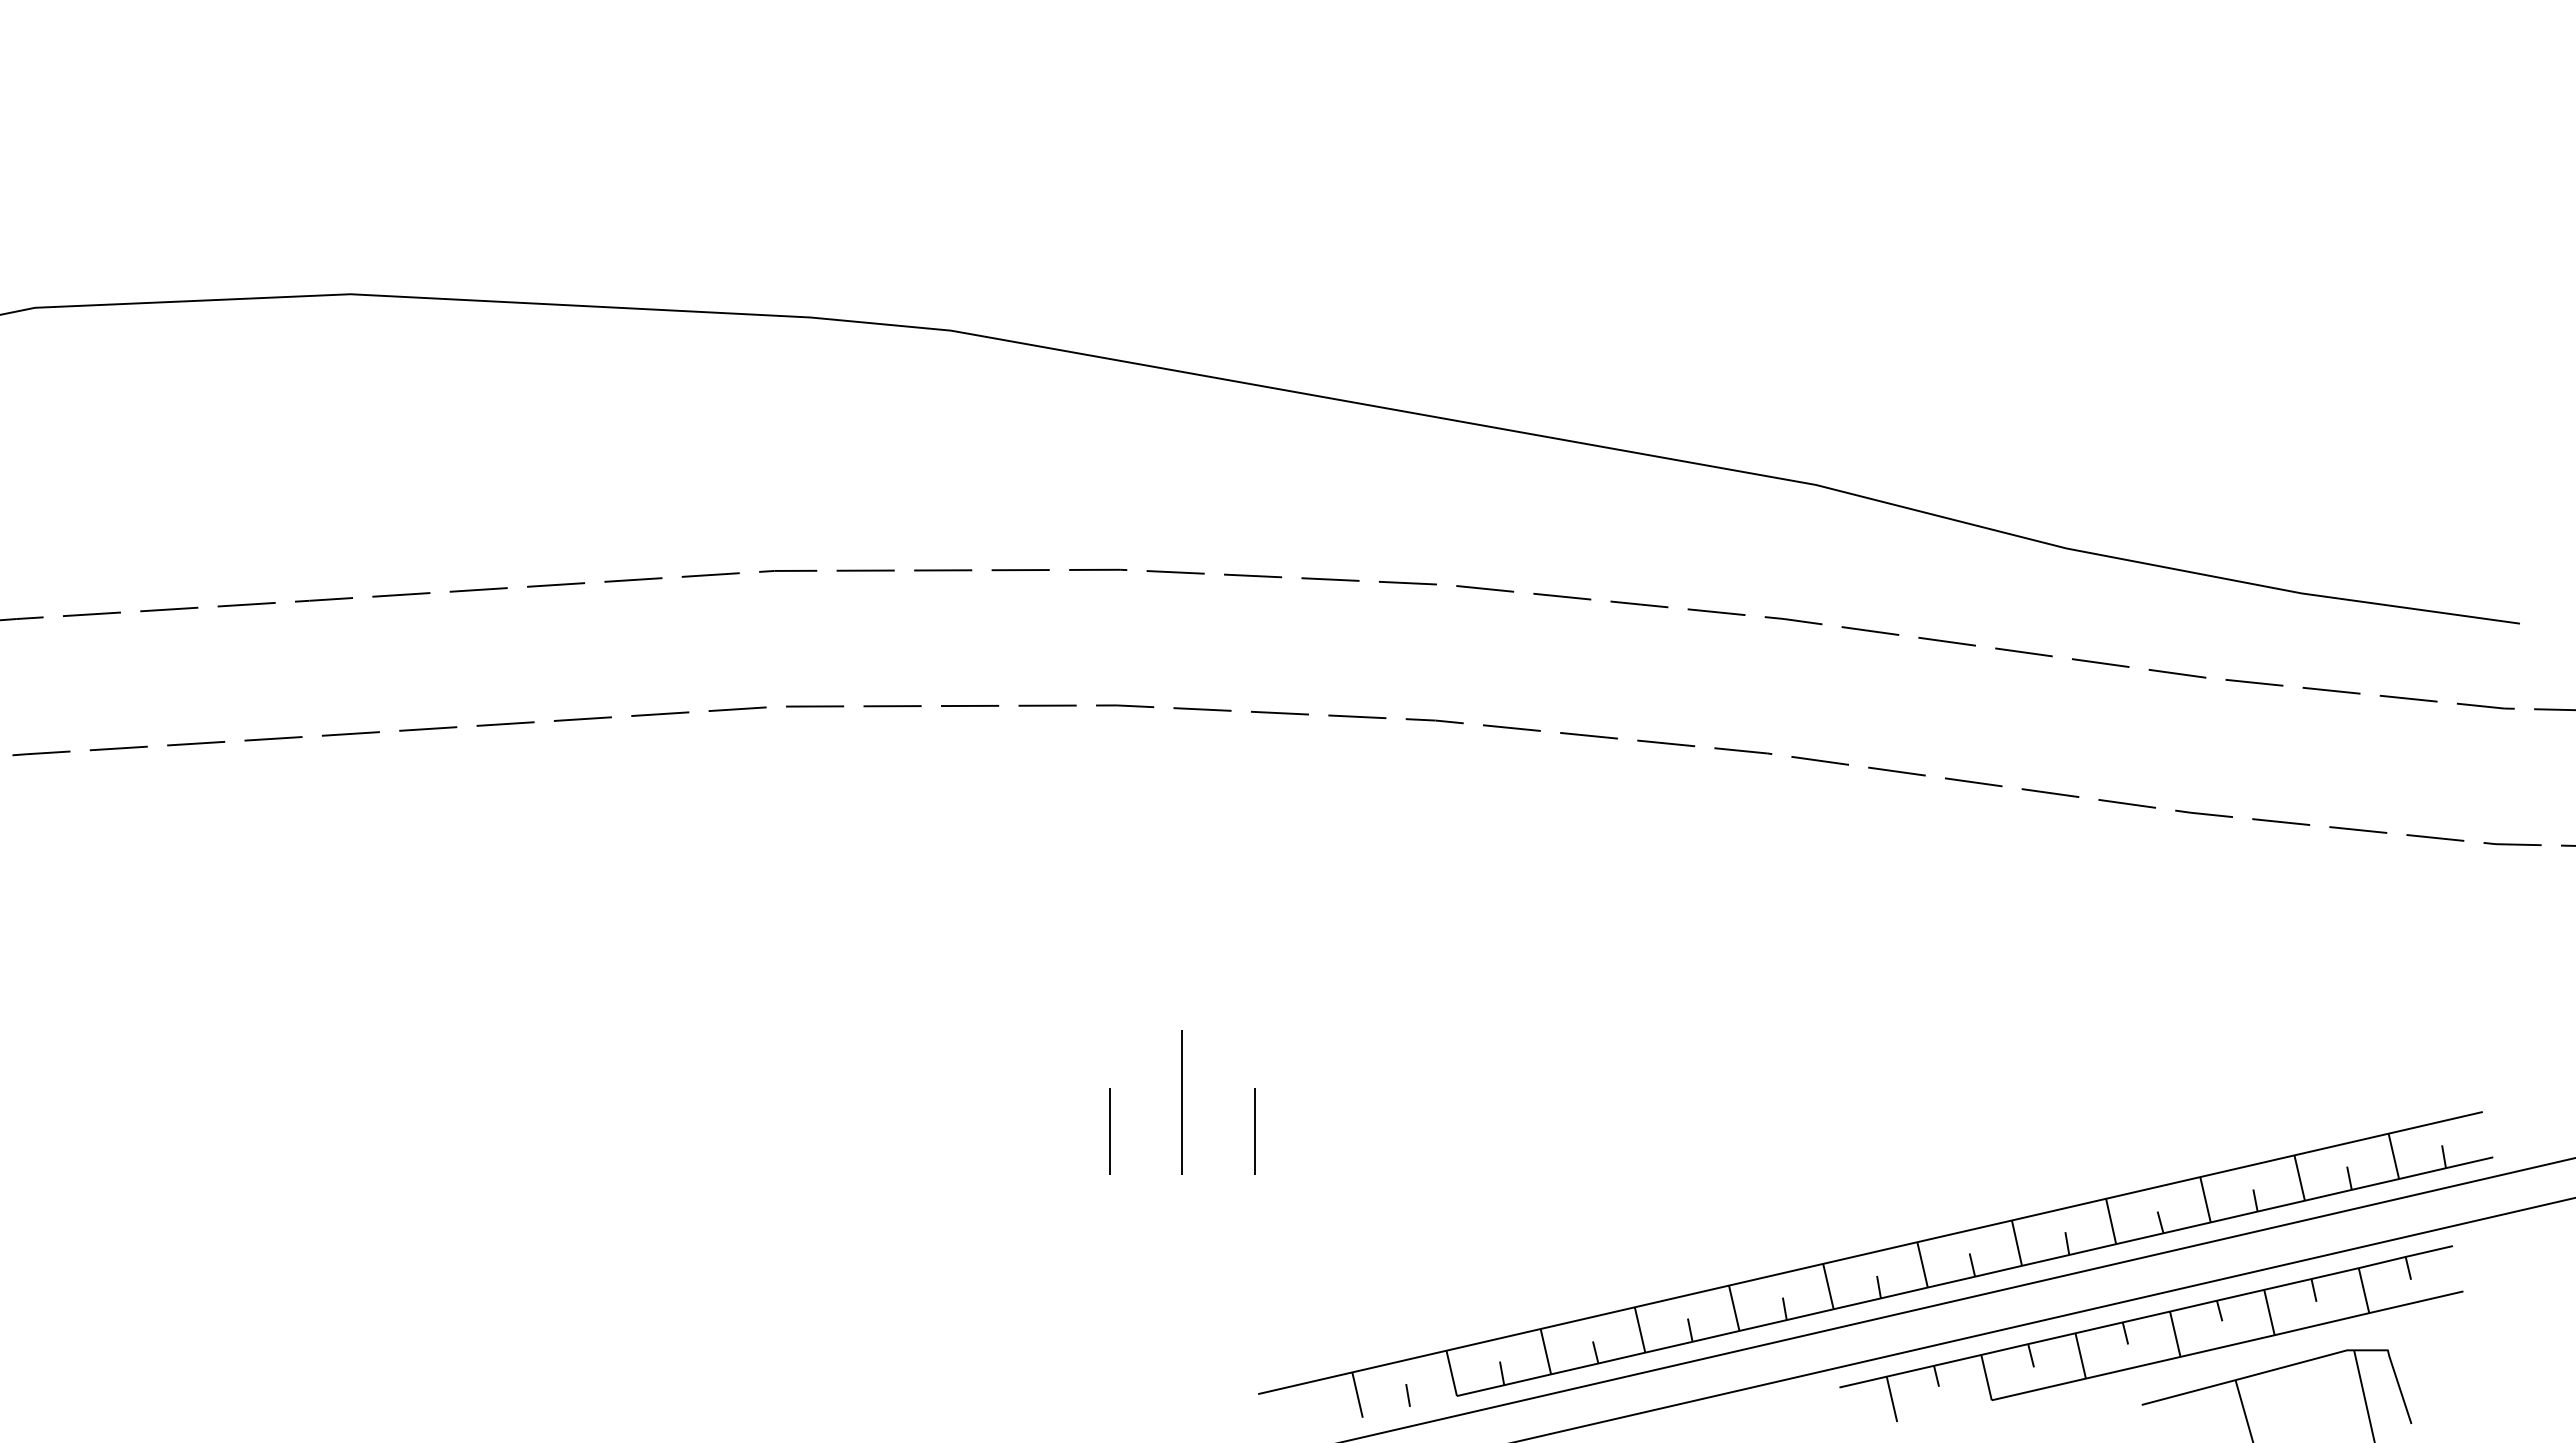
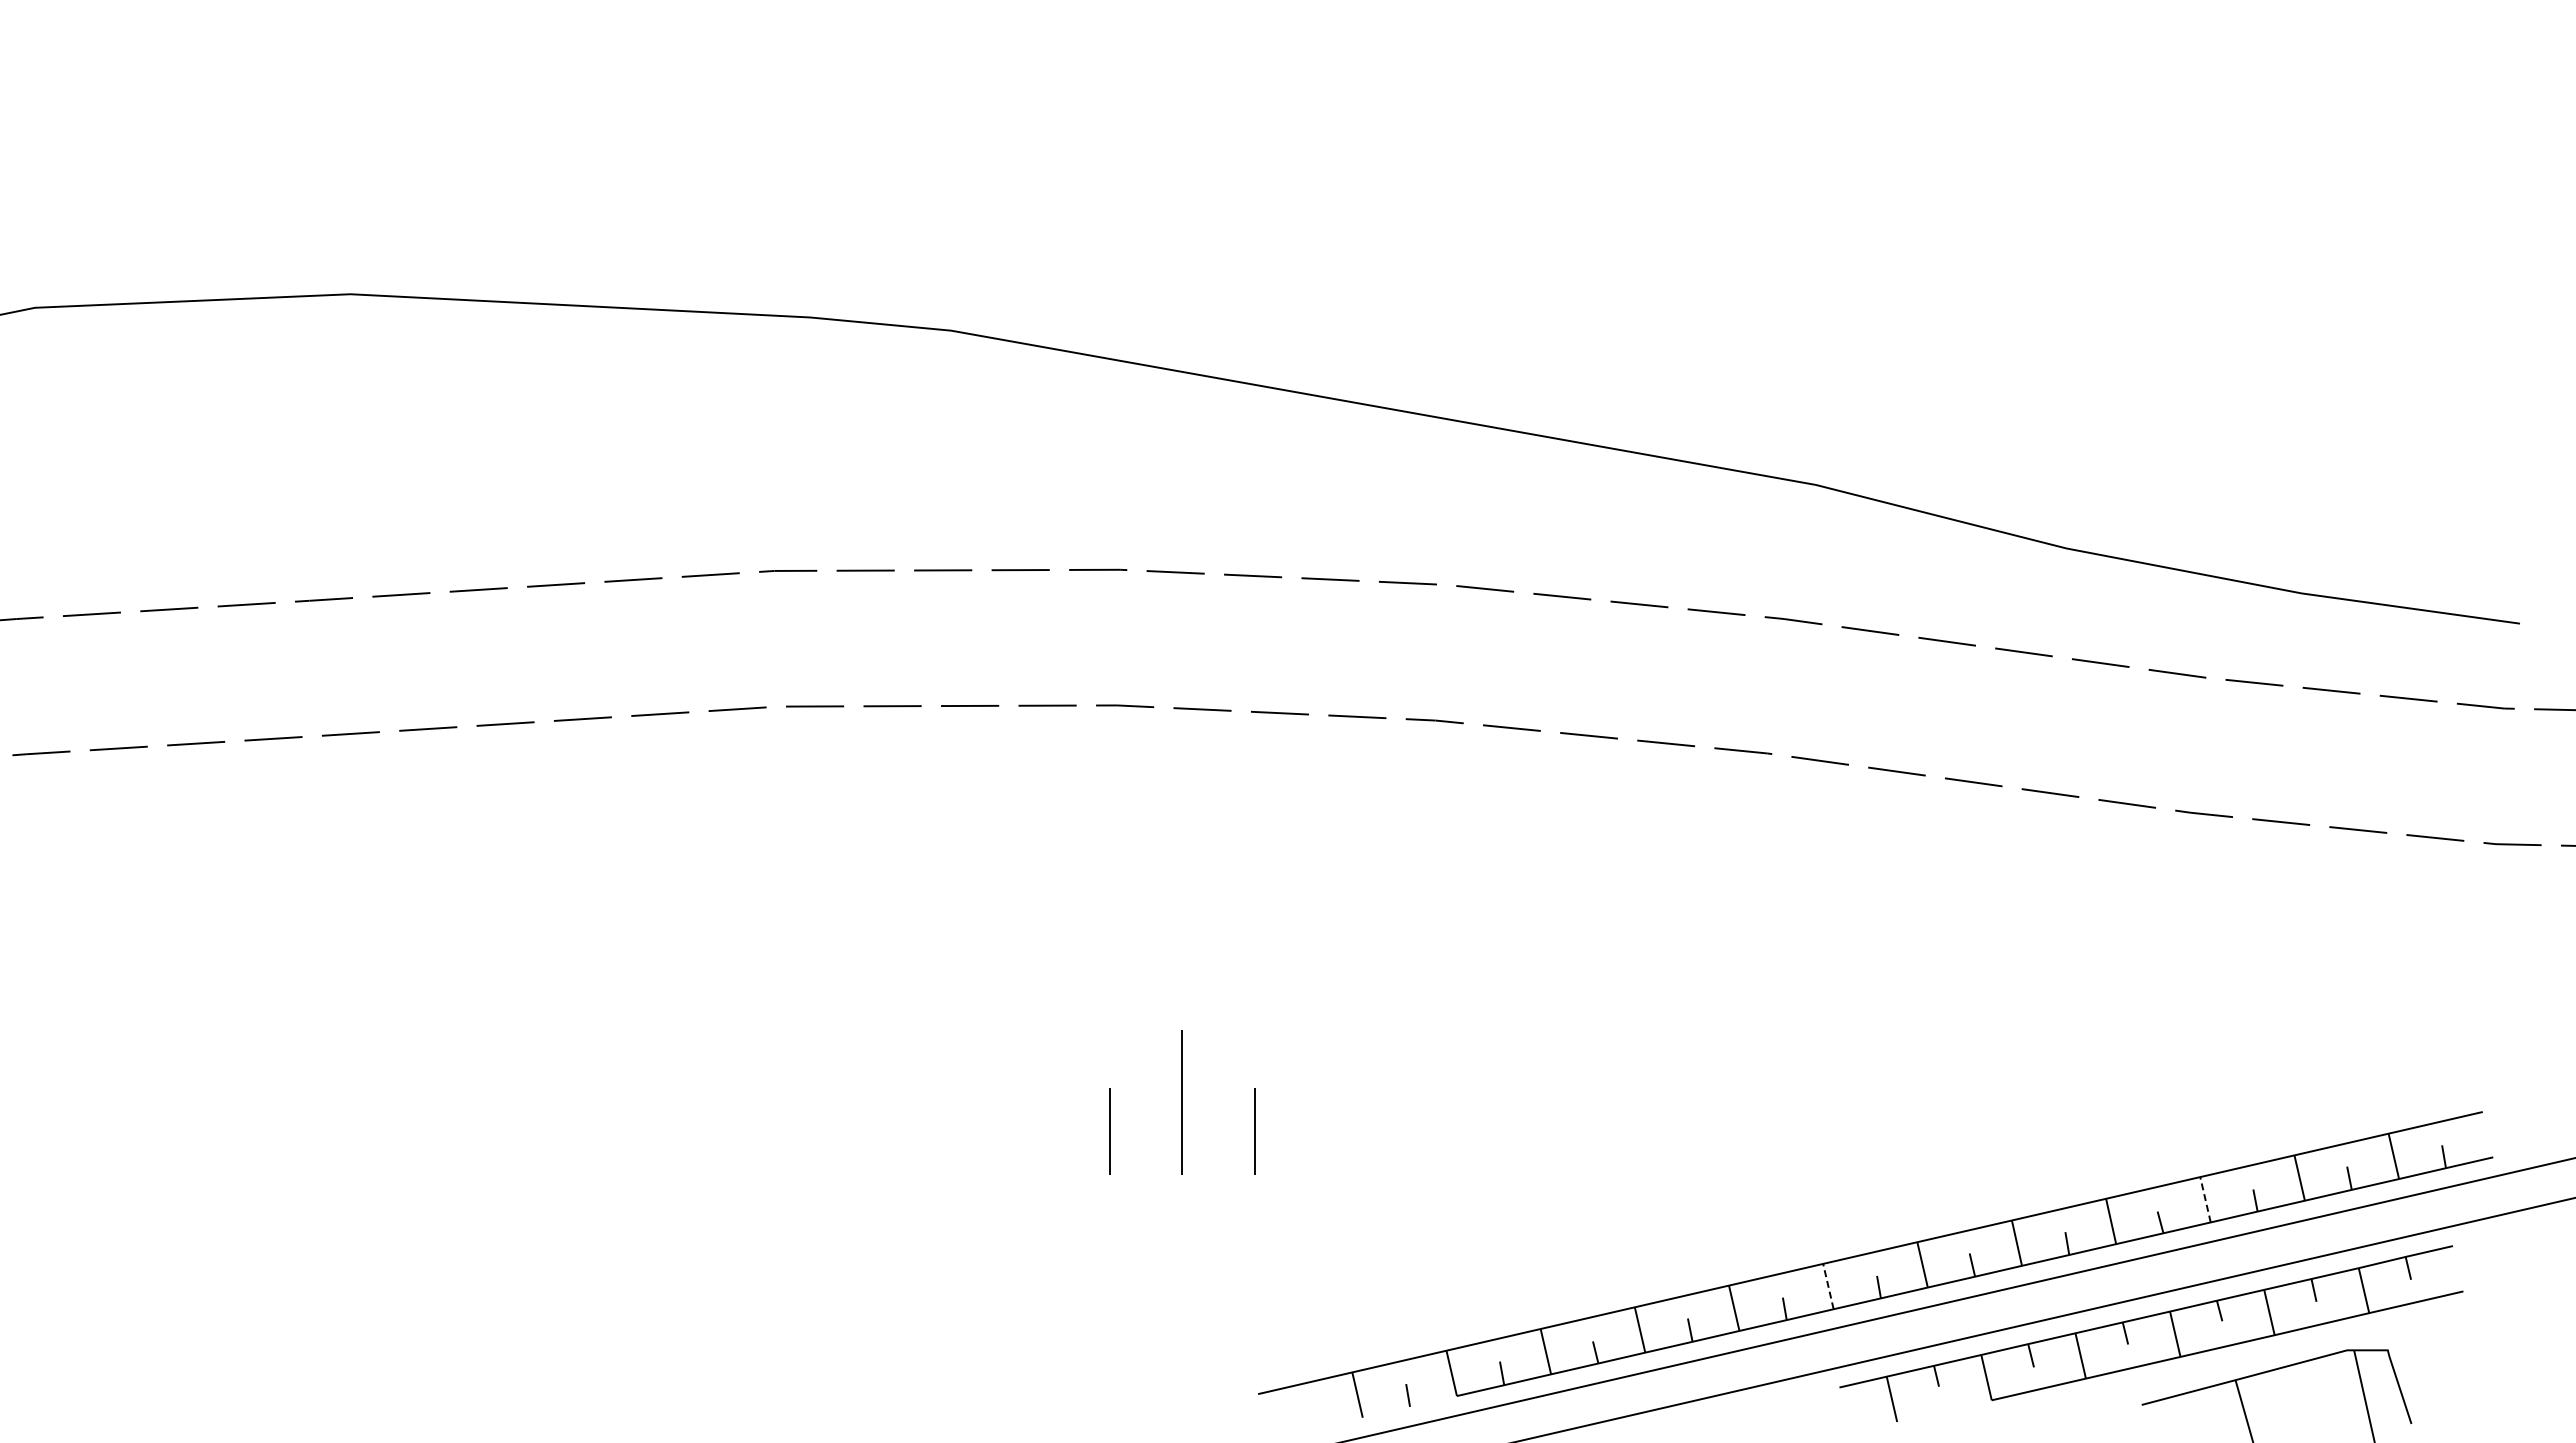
line at (2205, 1199): solid -> dashed
line at (1828, 1286): solid -> dashed
